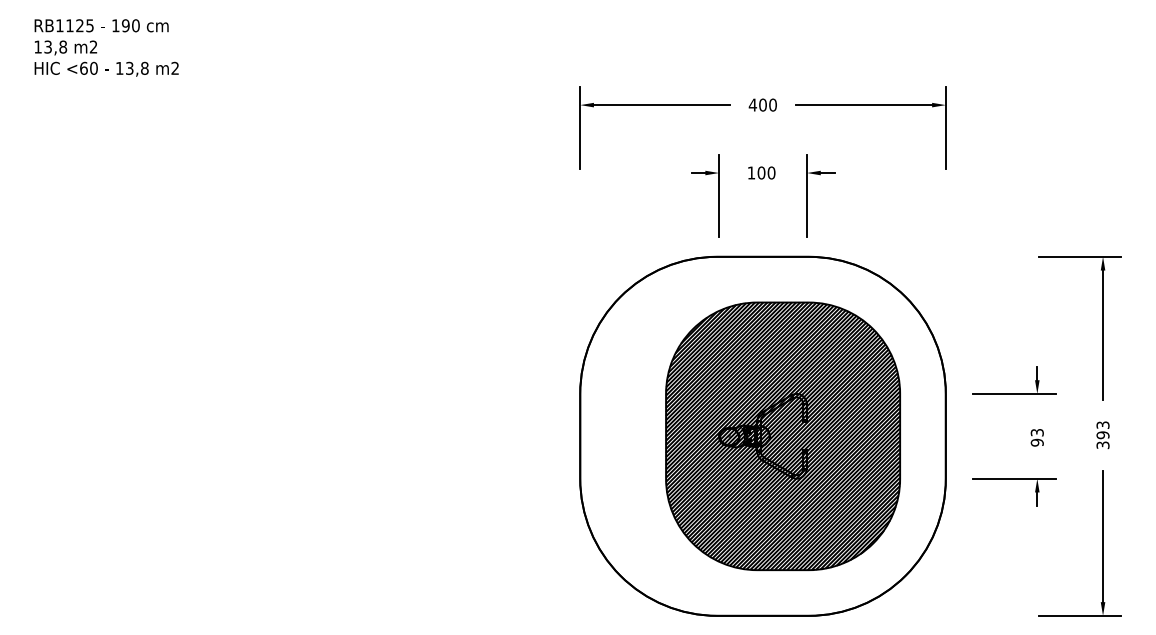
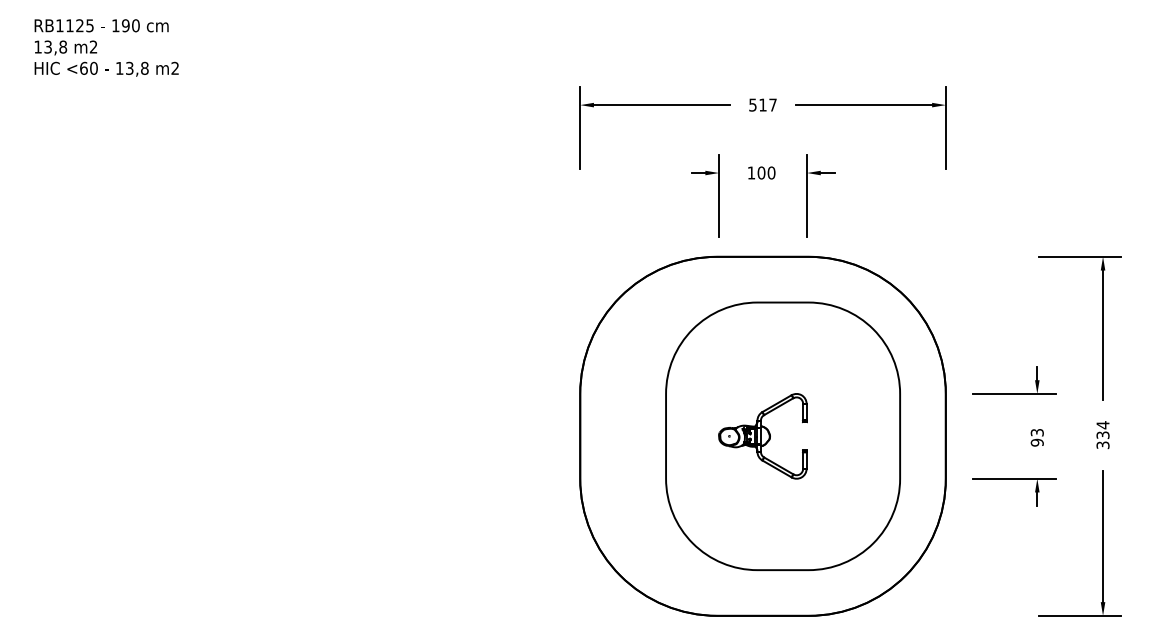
text at (762, 104): 400 -> 517
text at (1102, 430): 393 -> 334
hatch at (783, 436): present -> none
